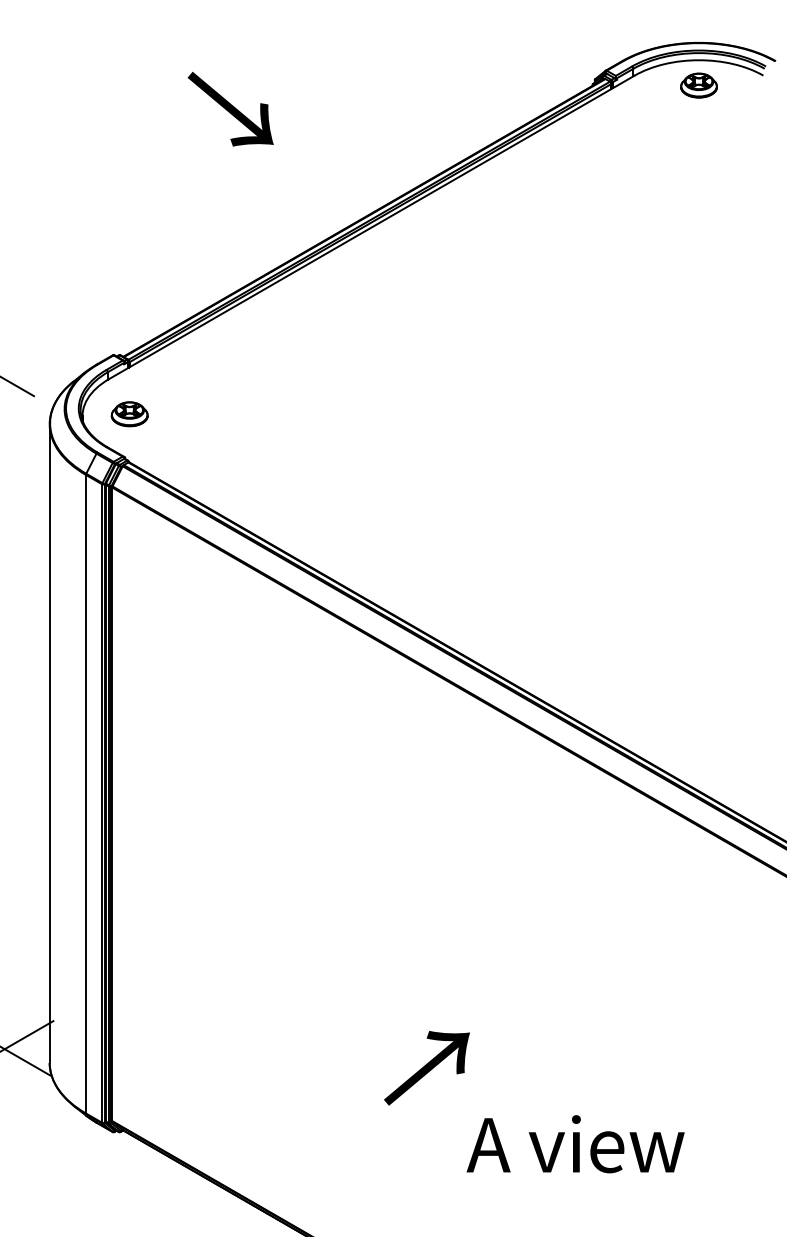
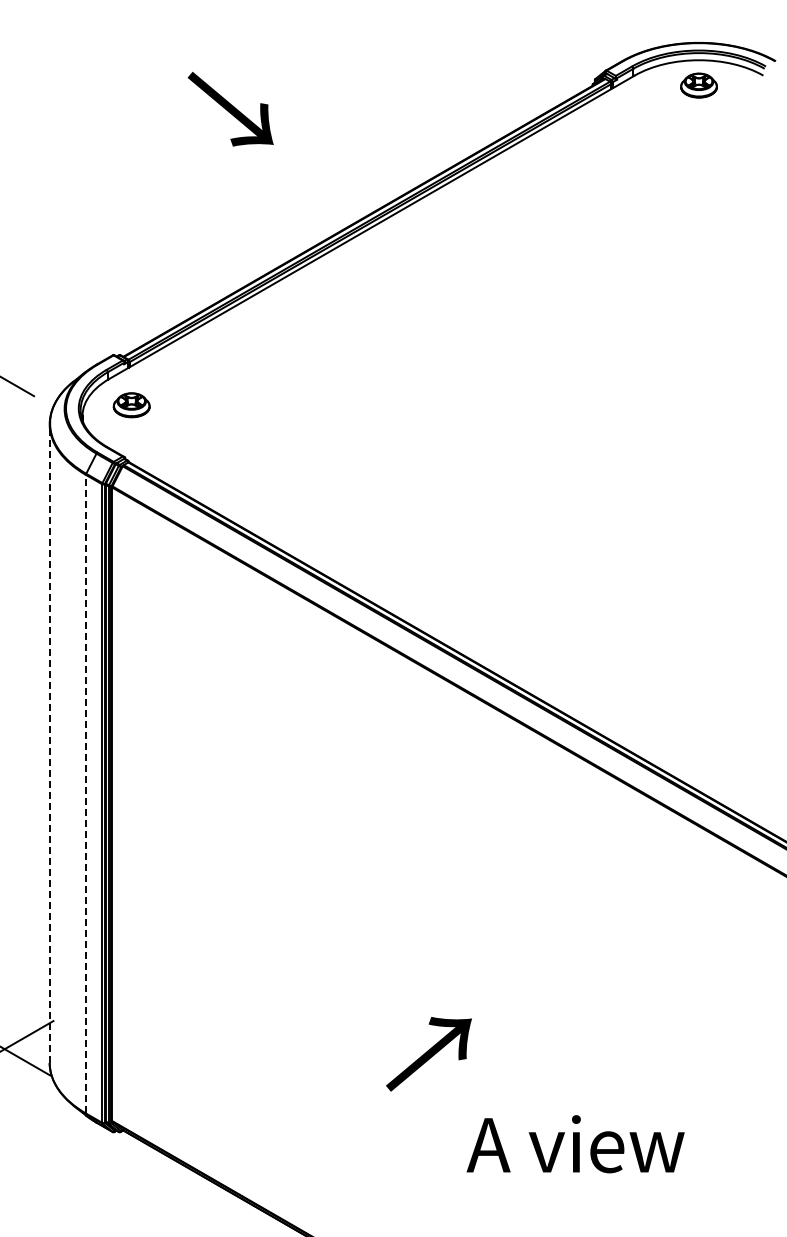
part at (129, 414) position: (129, 414) -> (131, 405)
line at (49, 743): solid -> dashed
line at (85, 793): solid -> dashed
text at (426, 1068) position: (426, 1068) -> (428, 1054)
